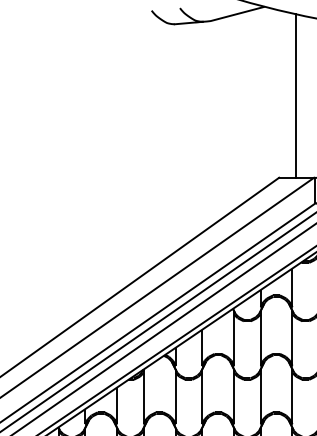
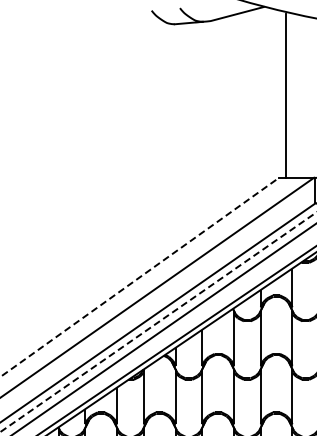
line at (296, 95) position: (296, 95) -> (286, 95)
line at (140, 277): solid -> dashed
line at (158, 322): solid -> dashed
